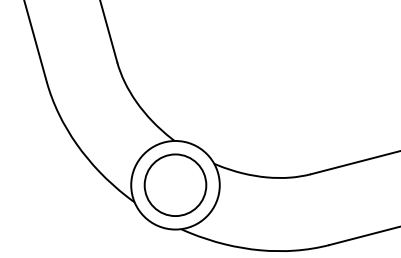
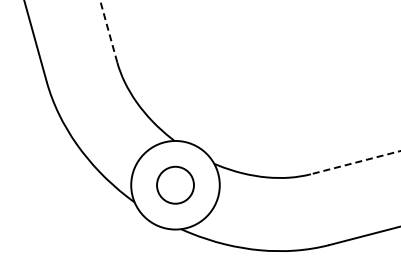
line at (108, 31): solid -> dashed
line at (355, 162): solid -> dashed
circle at (175, 185) diameter: 62 px -> 37 px
